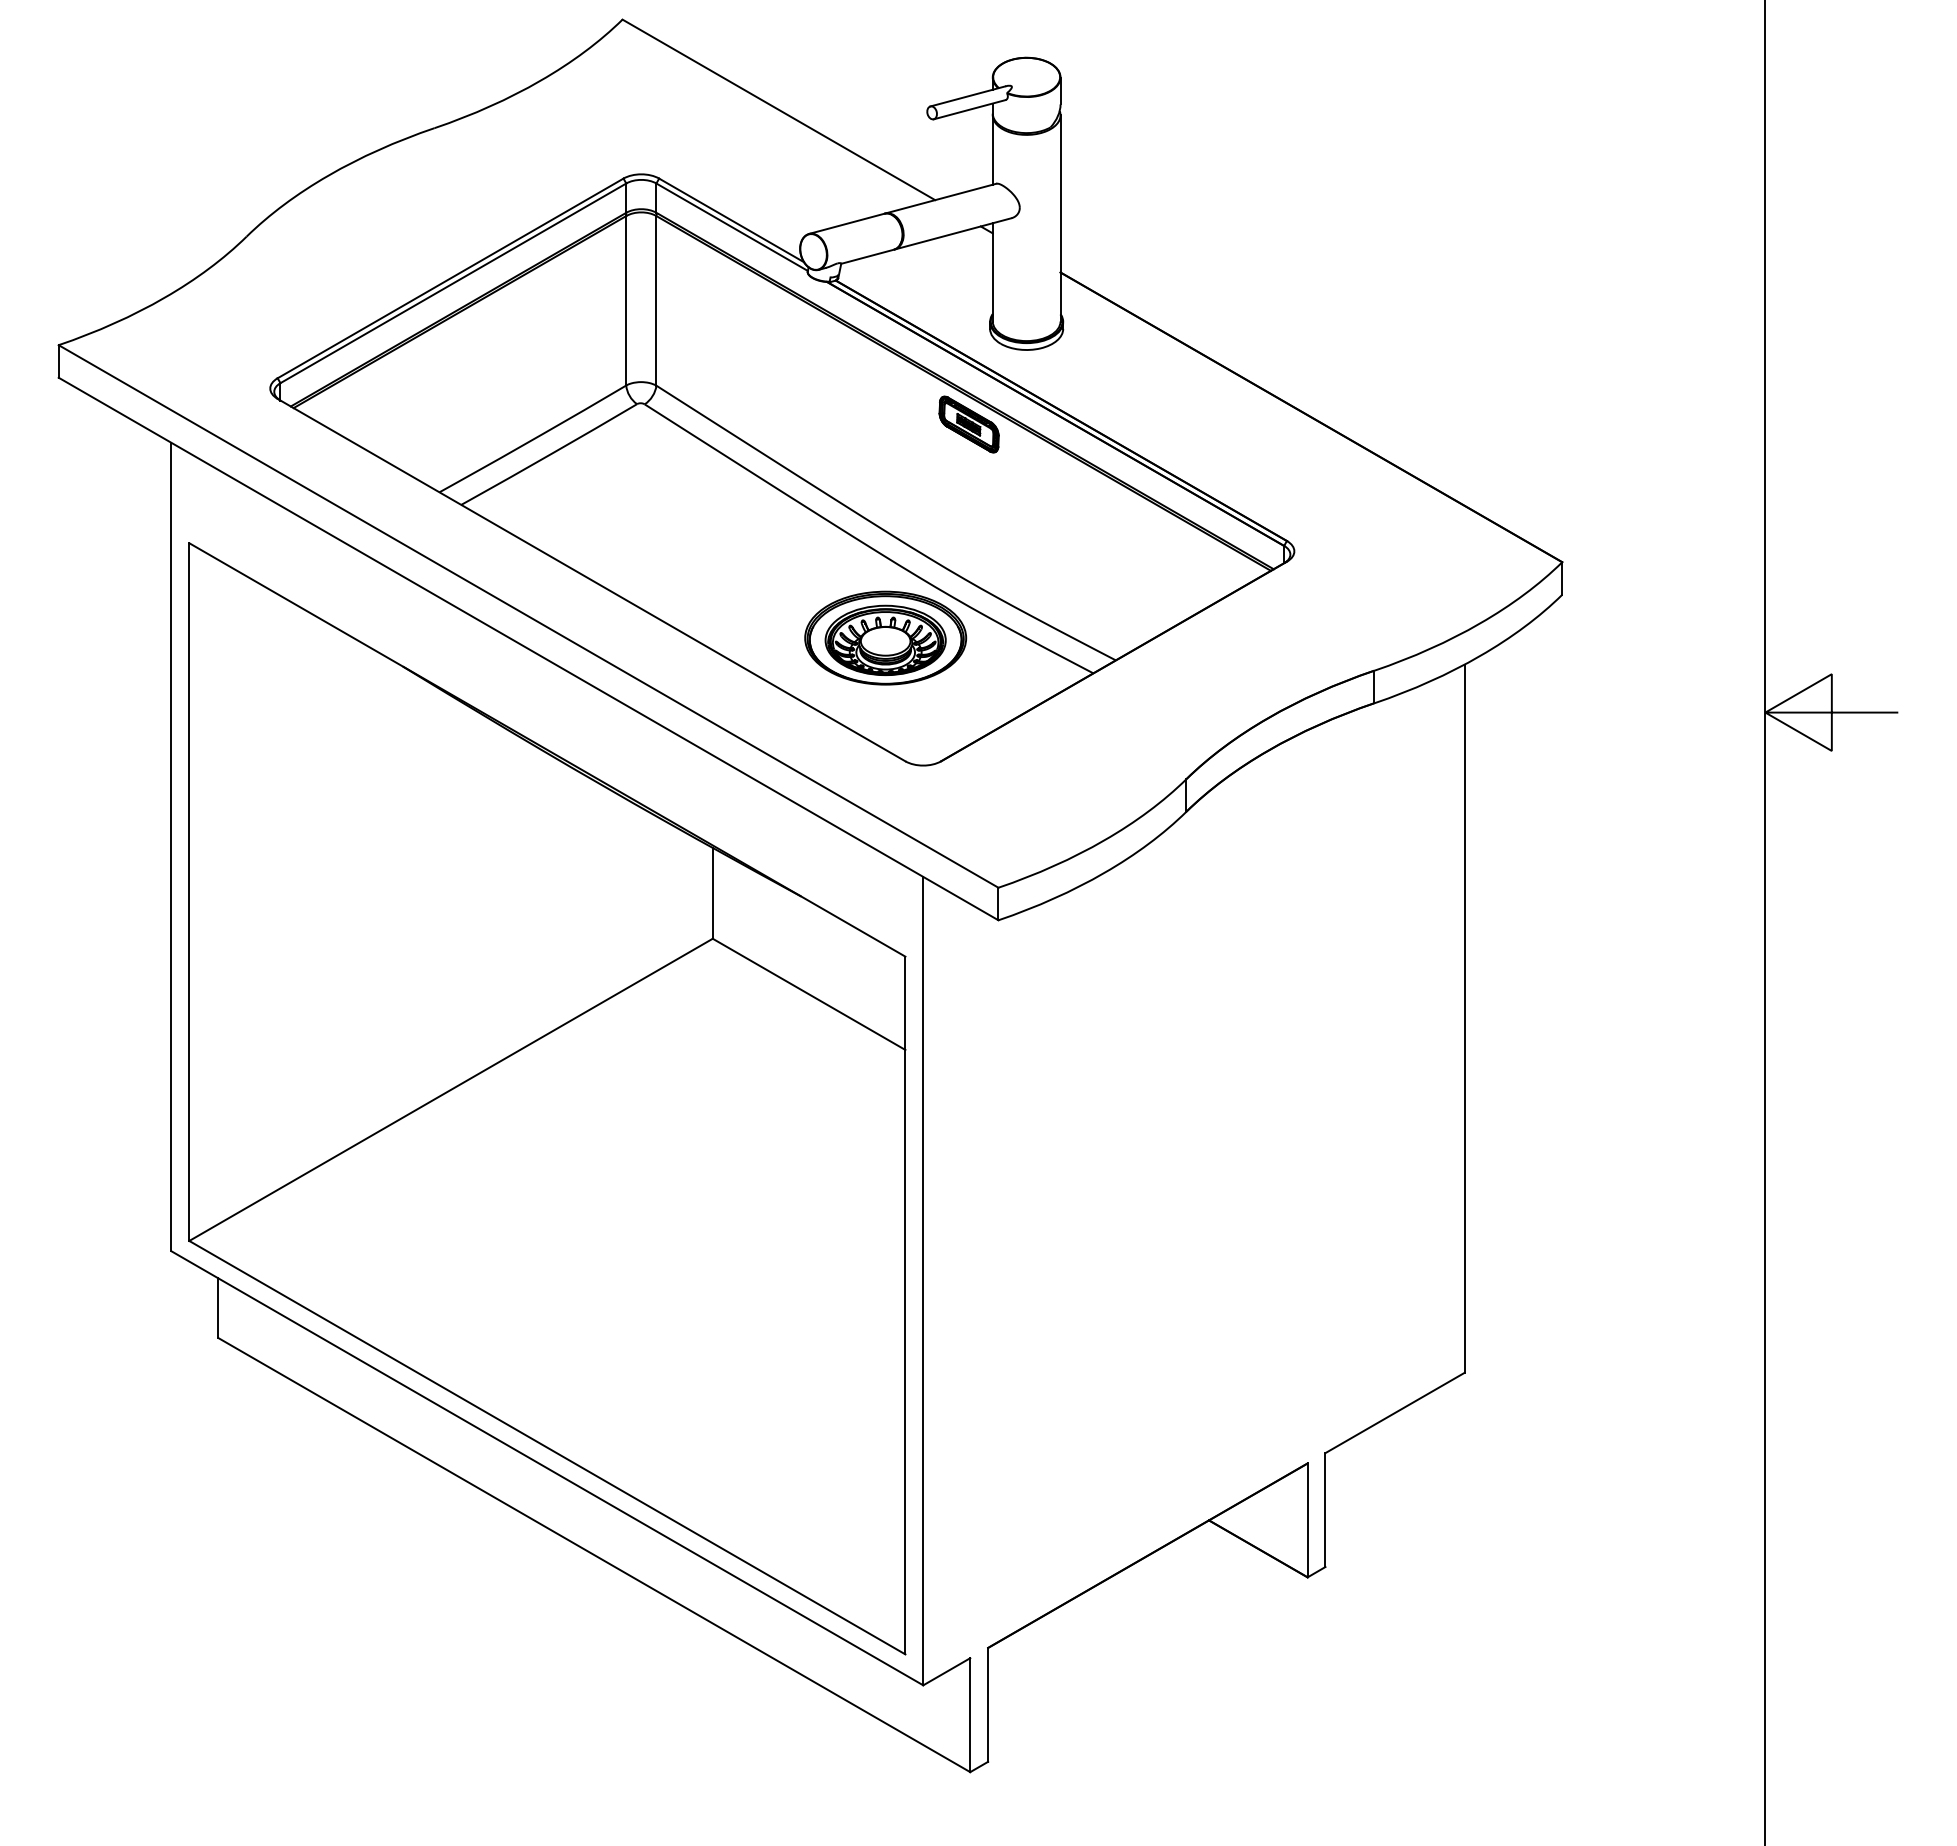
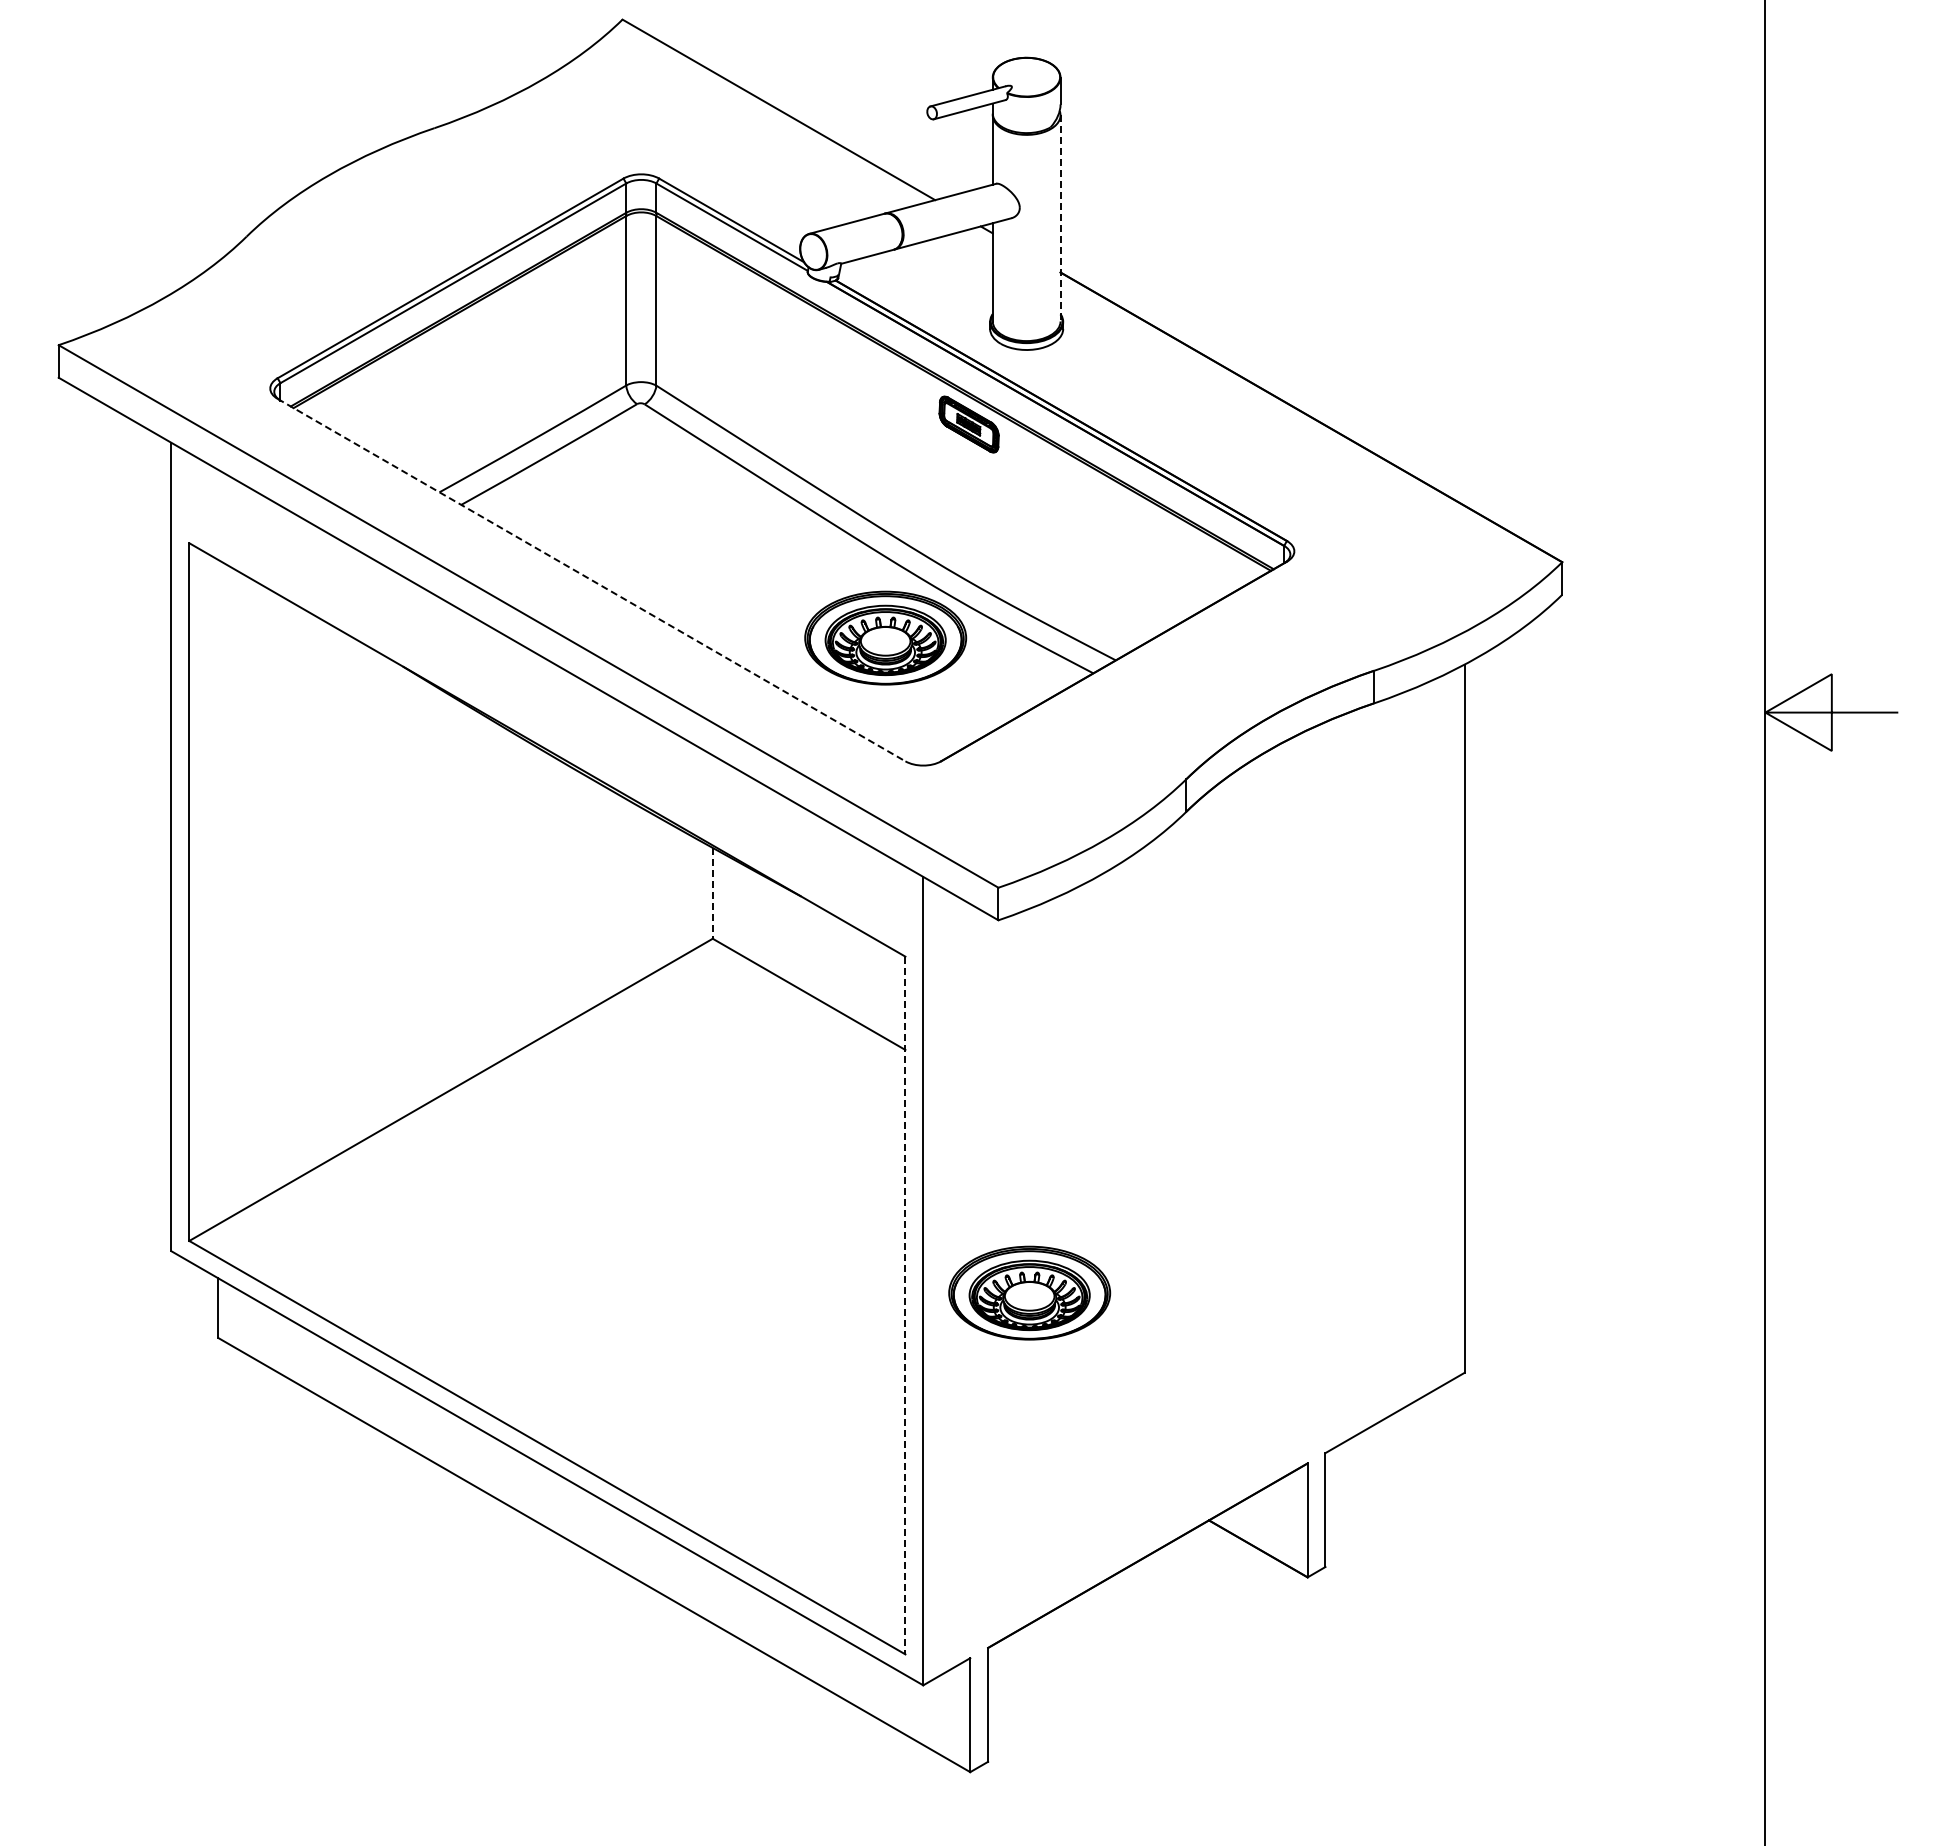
line at (1060, 218): solid -> dashed
line at (591, 580): solid -> dashed
line at (712, 893): solid -> dashed
part at (1029, 1292): none -> present
line at (905, 1305): solid -> dashed
